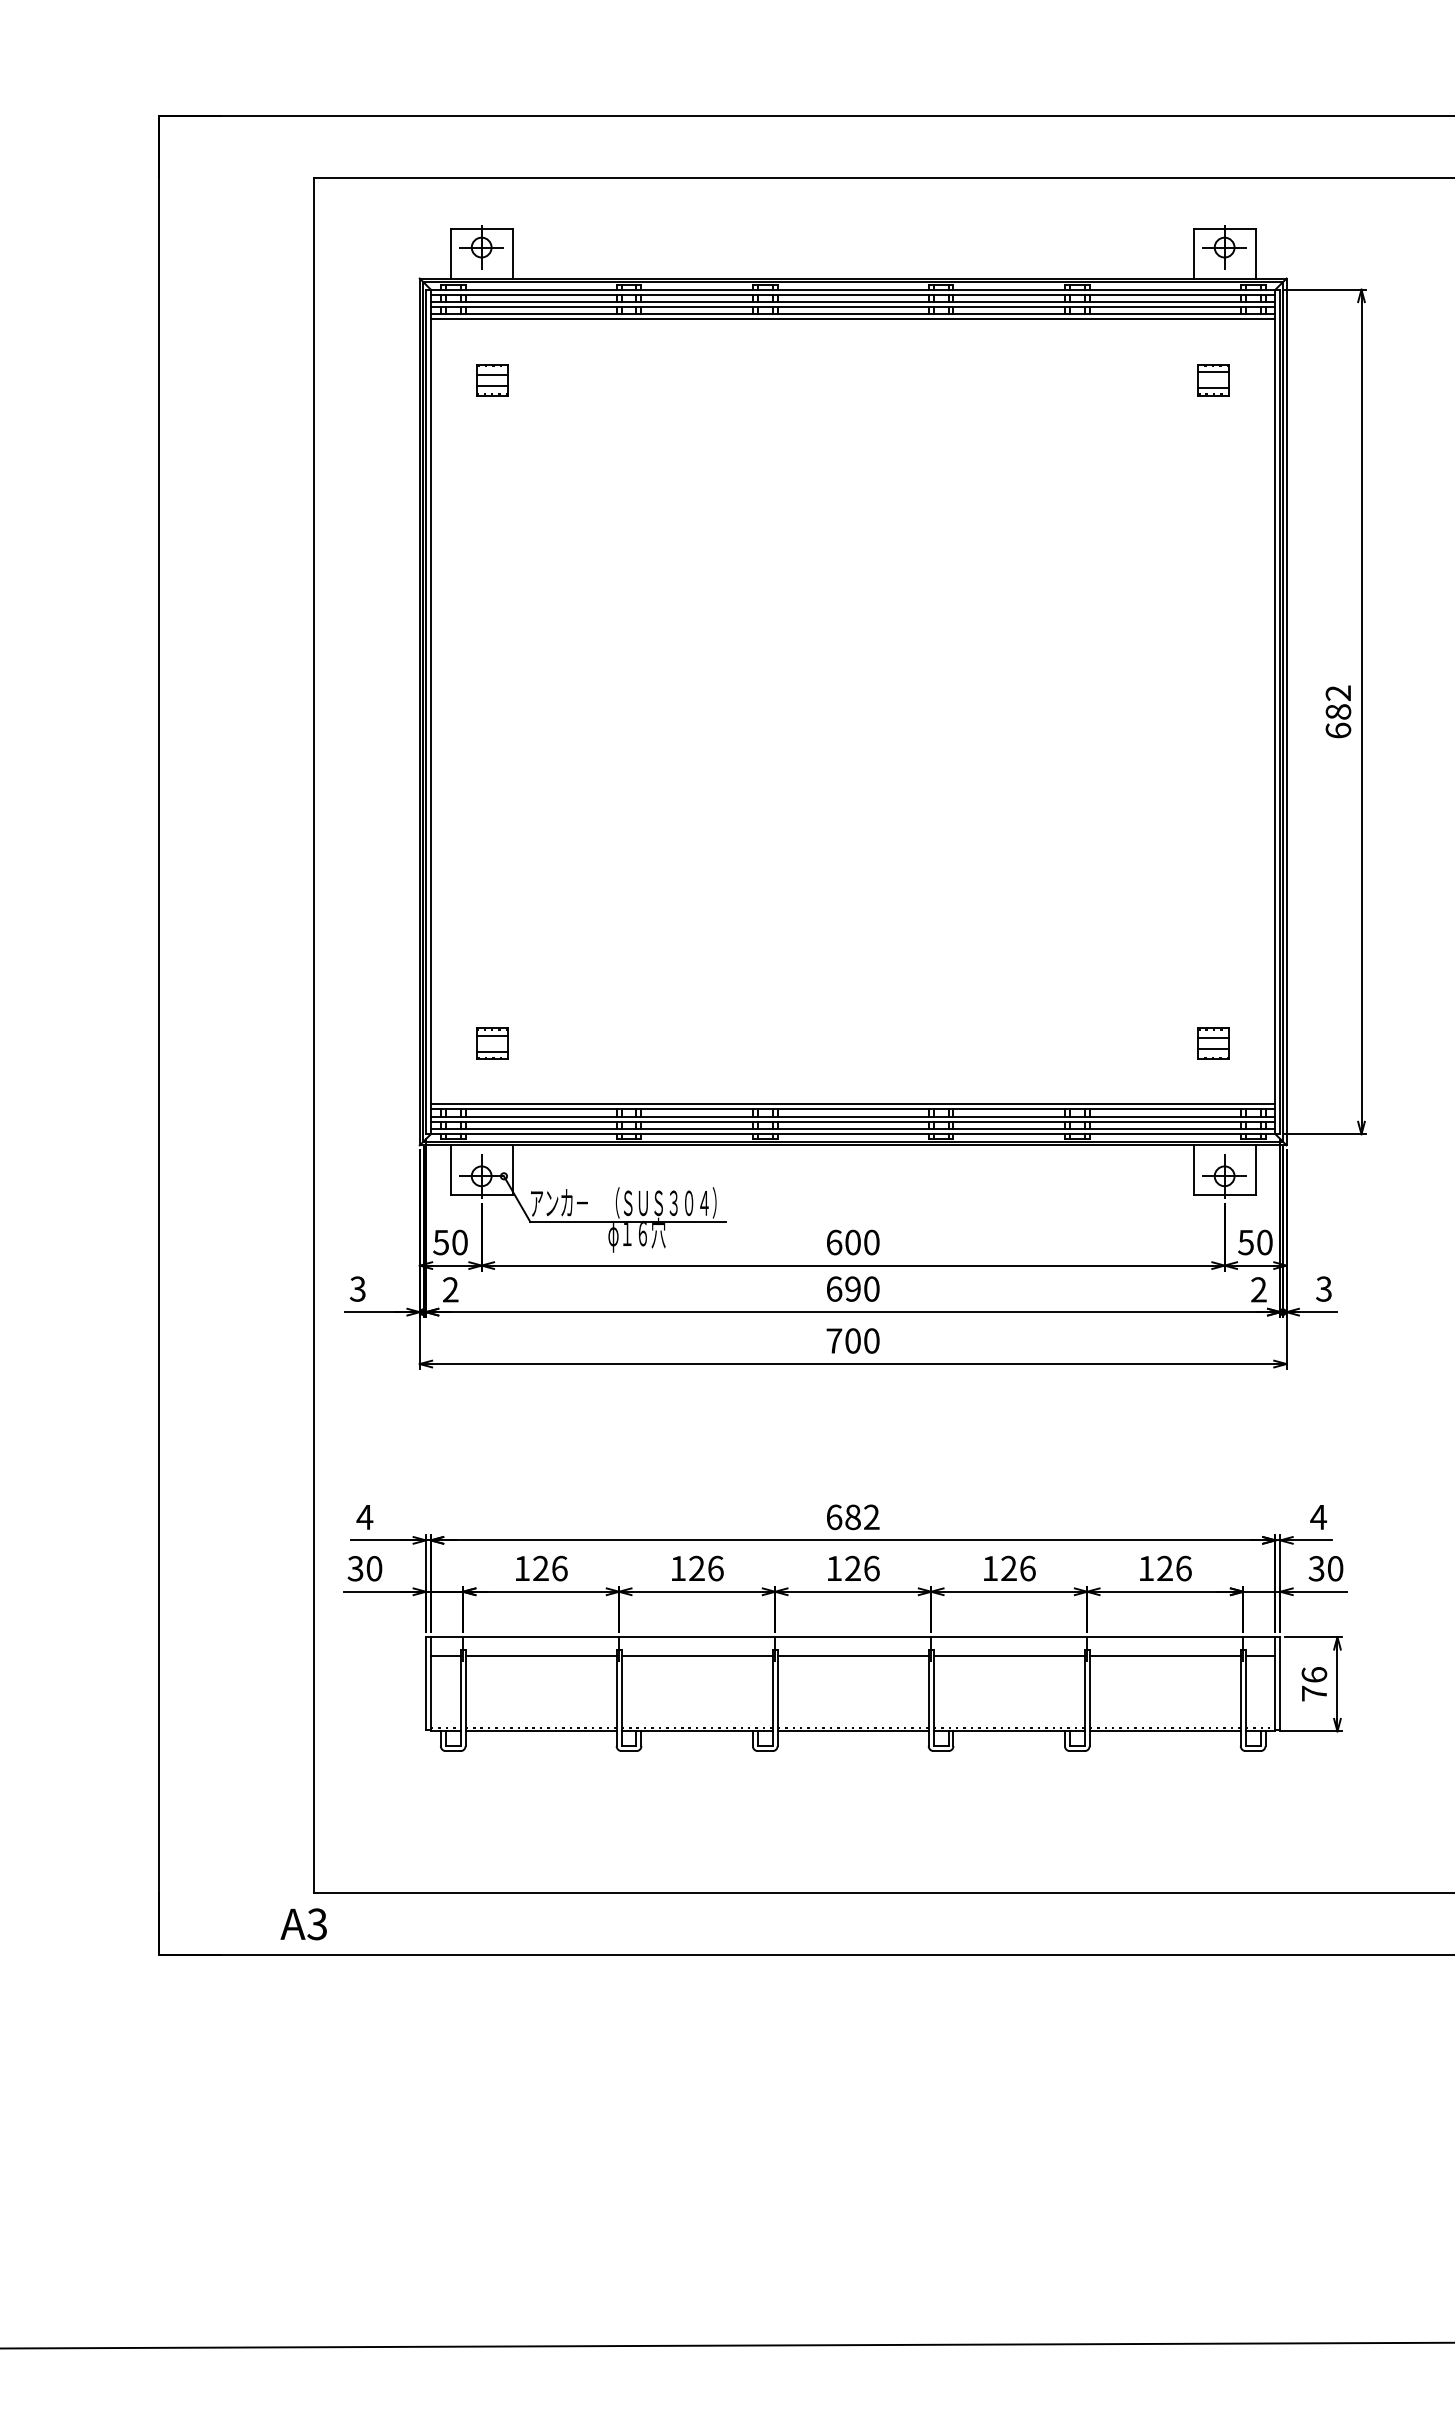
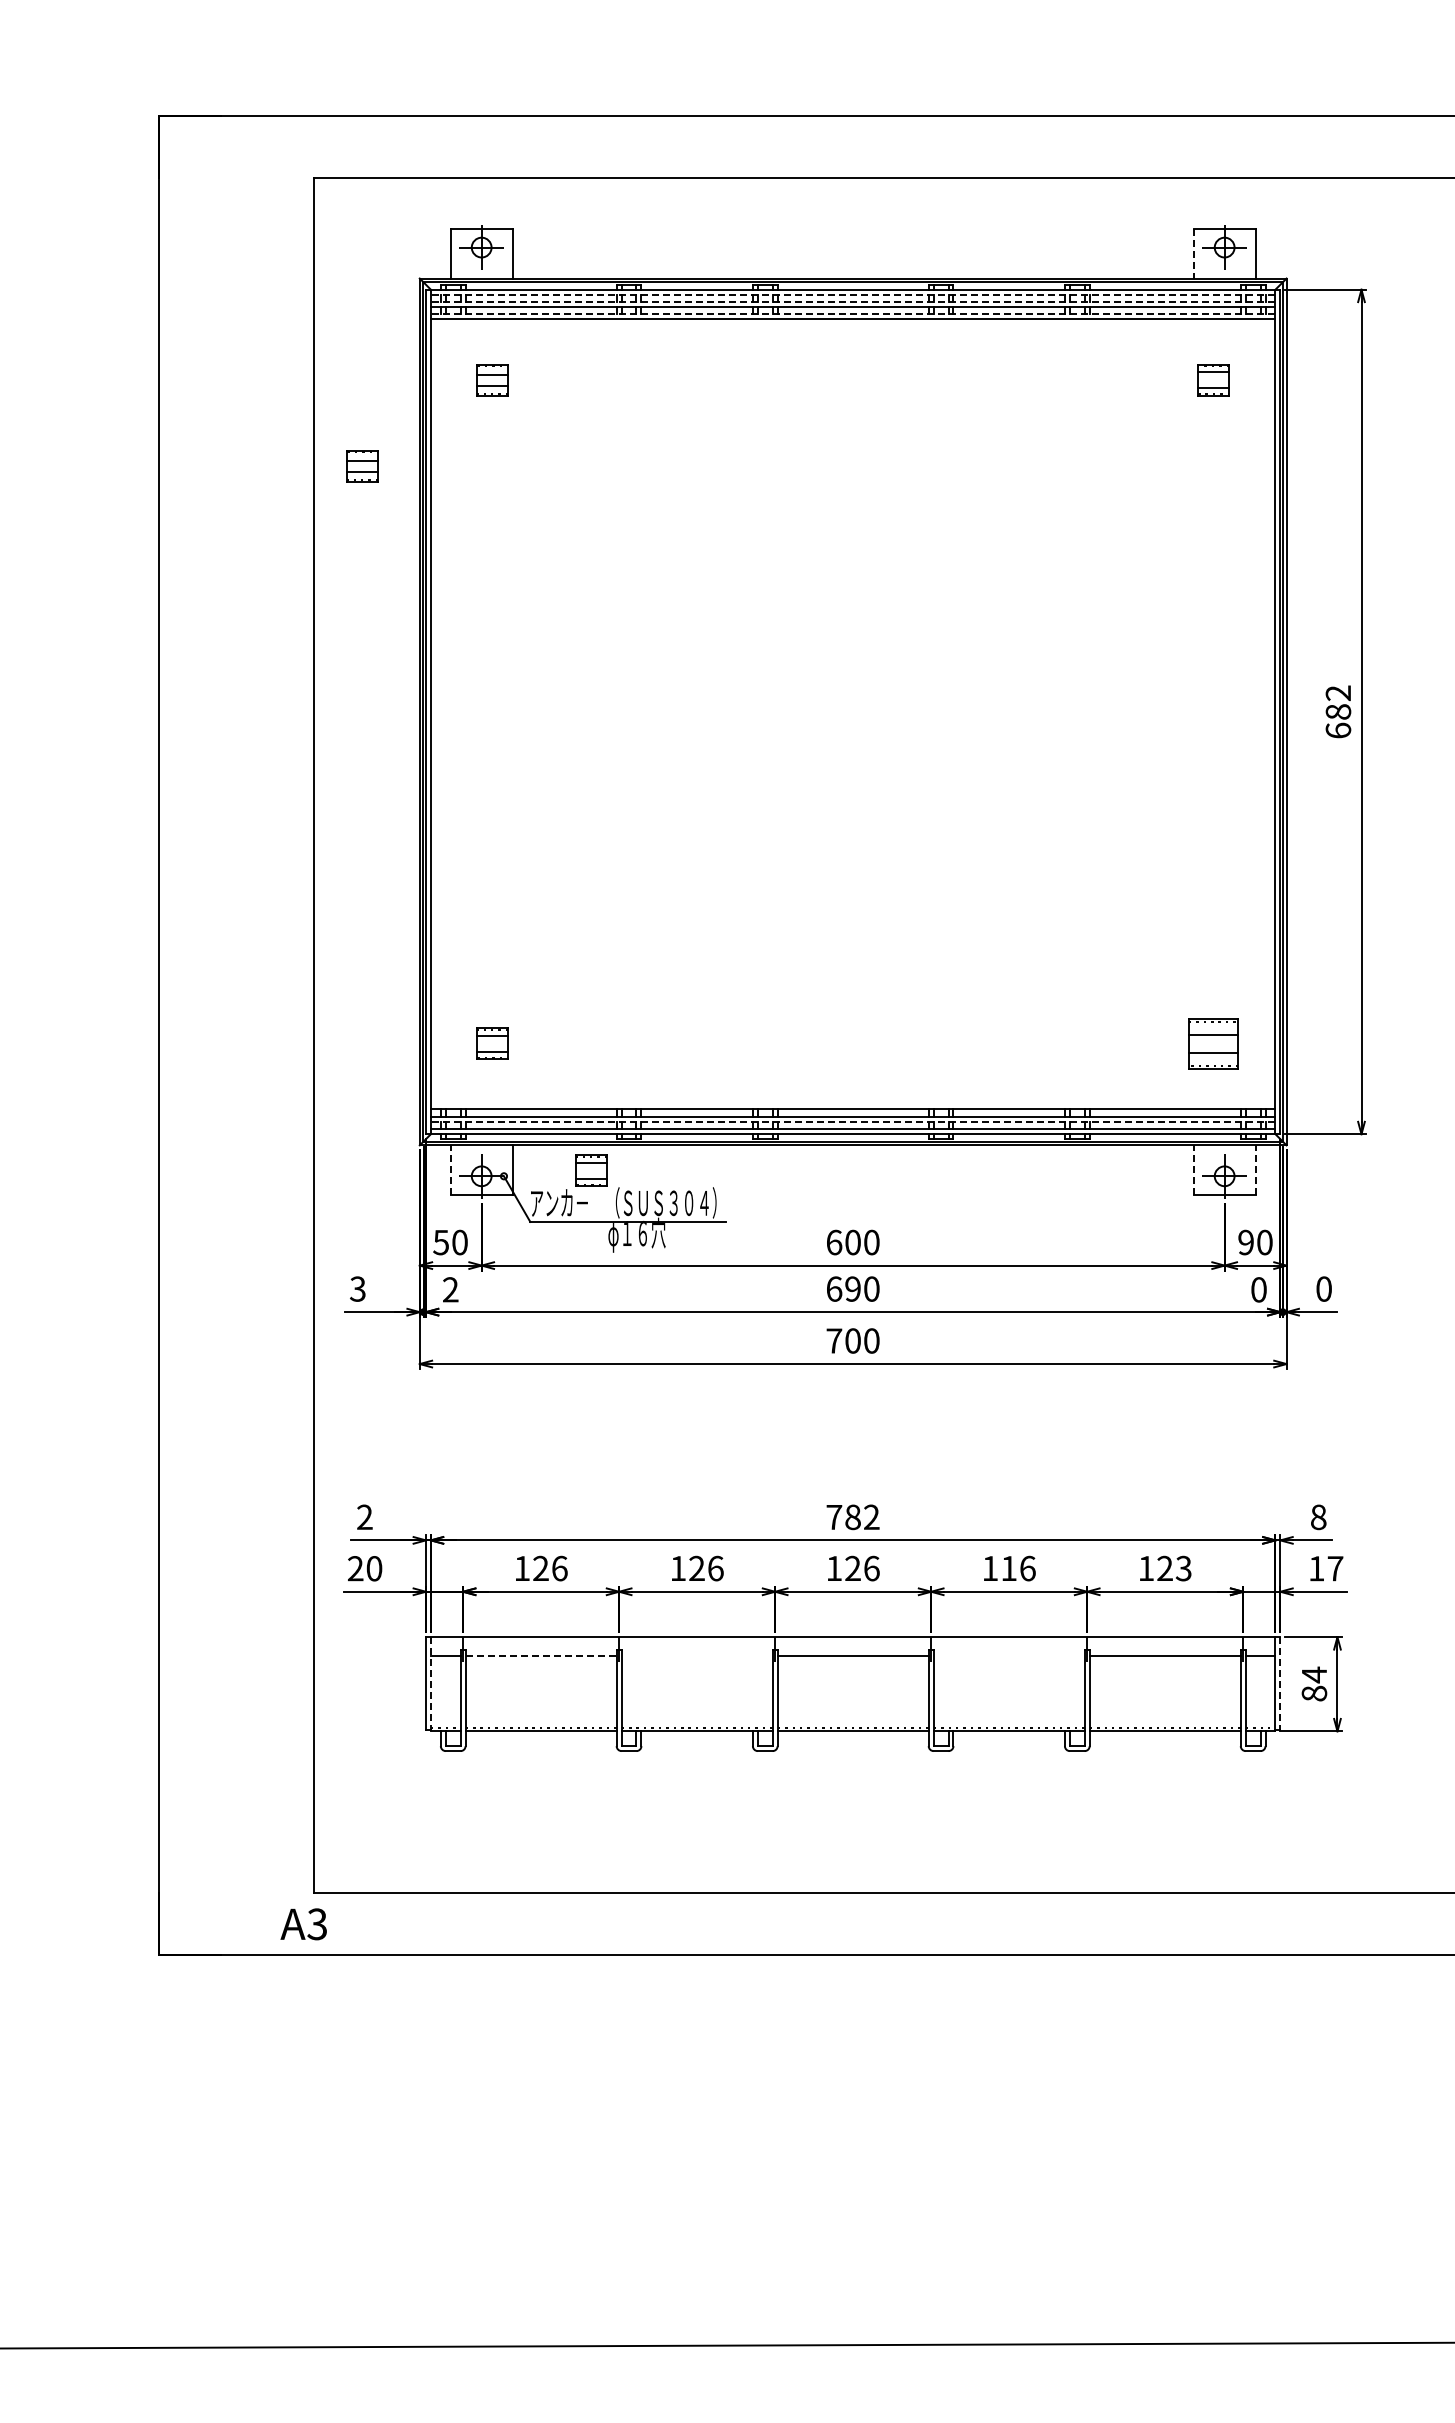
line at (1193, 253): solid -> dashed
line at (852, 294): solid -> dashed
line at (852, 302): solid -> dashed
line at (852, 314): solid -> dashed
part at (362, 466): none -> present
part at (1213, 1043) size: 33x33 px -> 51x52 px
line at (852, 1104): present -> none
line at (852, 1121): solid -> dashed
line at (450, 1170): solid -> dashed
part at (591, 1170): none -> present
line at (1193, 1170): solid -> dashed
line at (1255, 1170): solid -> dashed
text at (1245, 1242): 50 -> 90
text at (1323, 1288): 3 -> 0
text at (1258, 1289): 2 -> 0
text at (364, 1516): 4 -> 2
text at (834, 1517): 682 -> 782
text at (1318, 1517): 4 -> 8
text at (1008, 1567): 126 -> 116
text at (355, 1568): 30 -> 20
text at (1183, 1568): 126 -> 123
text at (1325, 1568): 30 -> 17
line at (541, 1655): solid -> dashed
line at (696, 1655): present -> none
line at (1008, 1655): present -> none
text at (1314, 1683): 76 -> 84
line at (430, 1684): solid -> dashed
line at (1280, 1684): solid -> dashed
